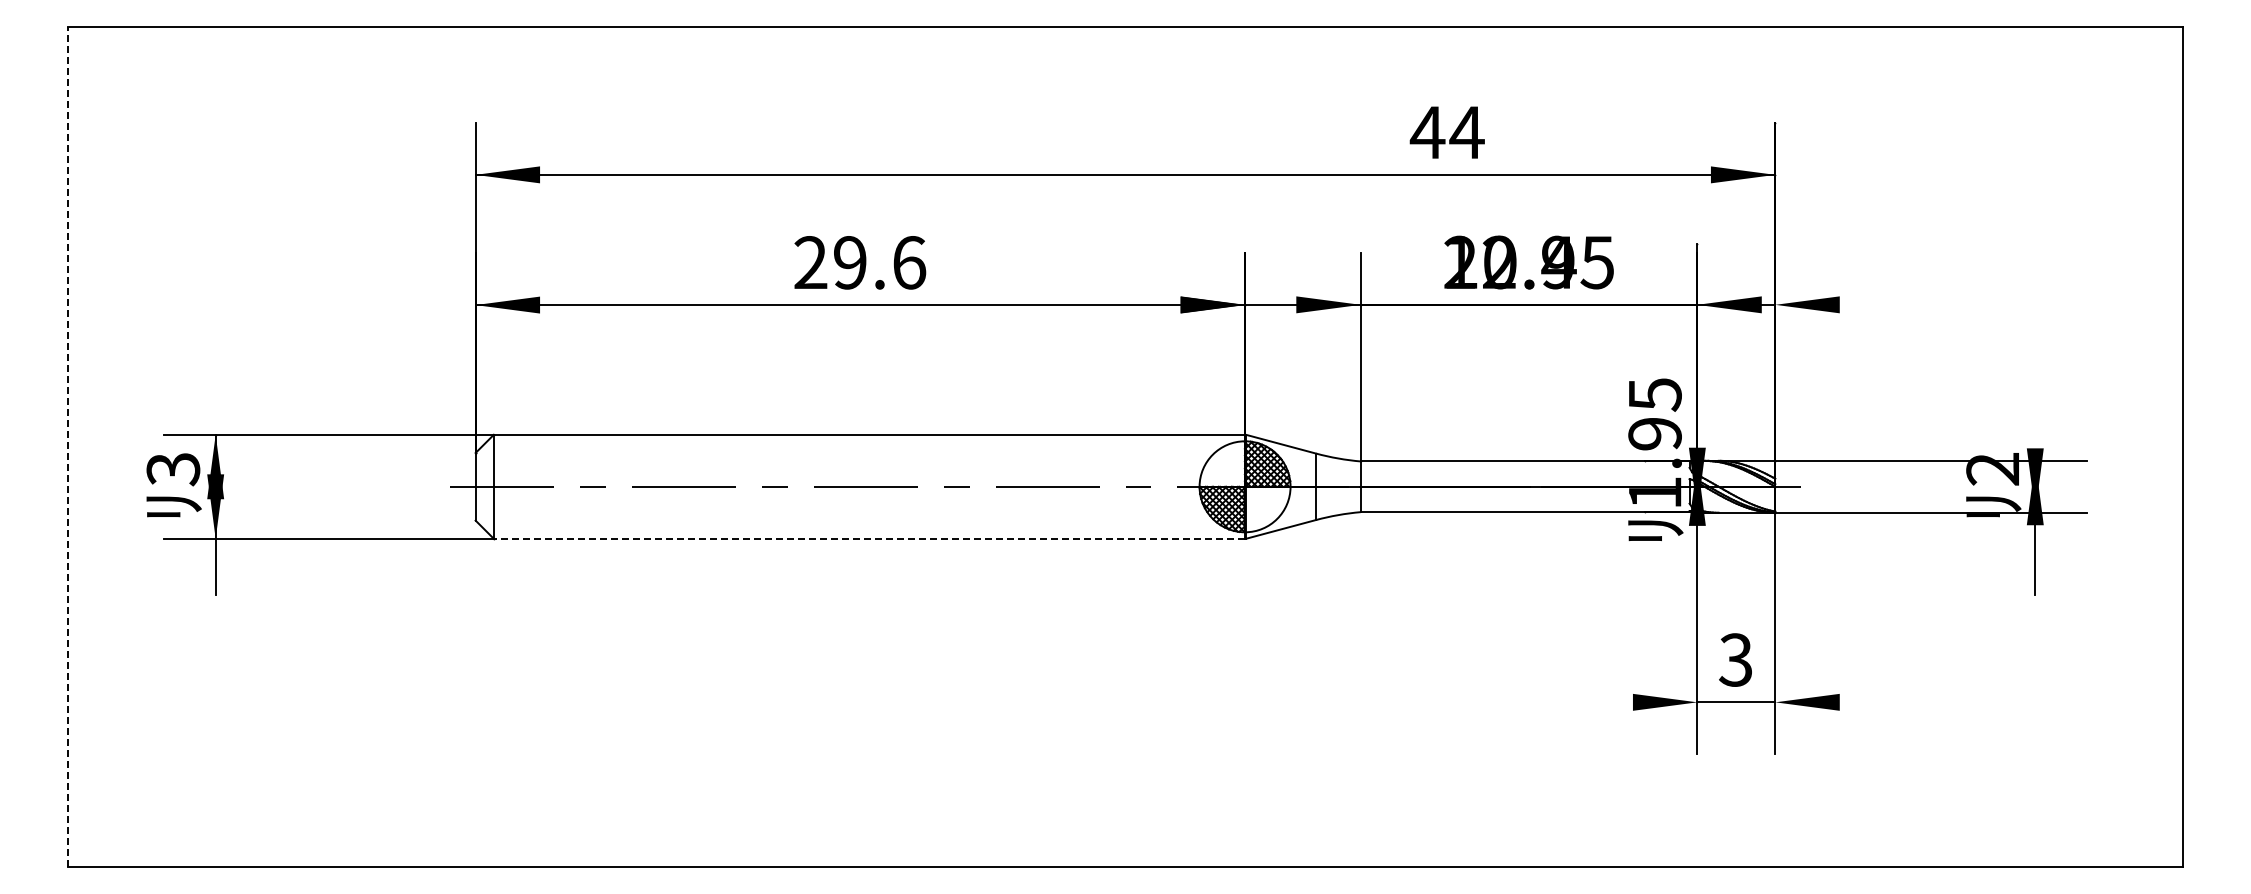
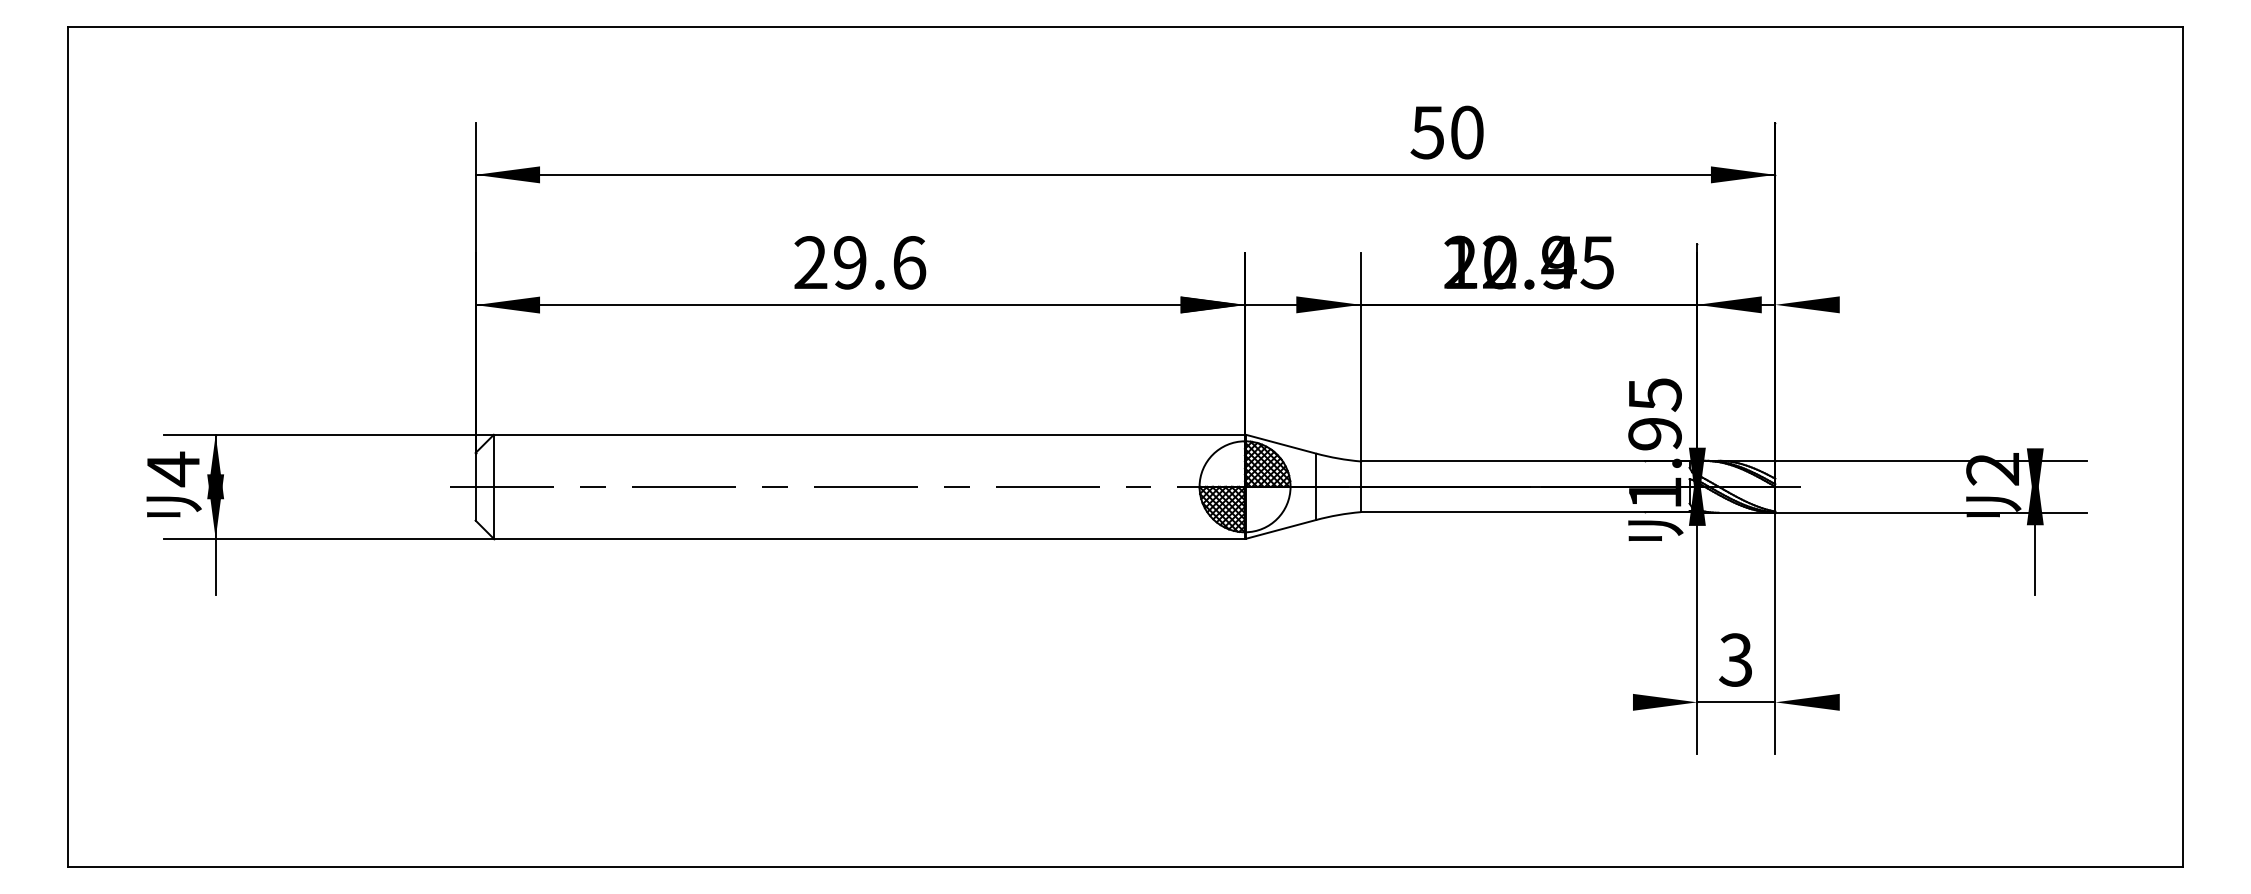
text at (1446, 132): 44 -> 50
line at (67, 446): dashed -> solid
text at (173, 469): 3 -> 4
line at (869, 538): dashed -> solid
